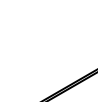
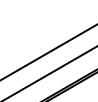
line at (48, 52): none -> present
line at (50, 72): none -> present
